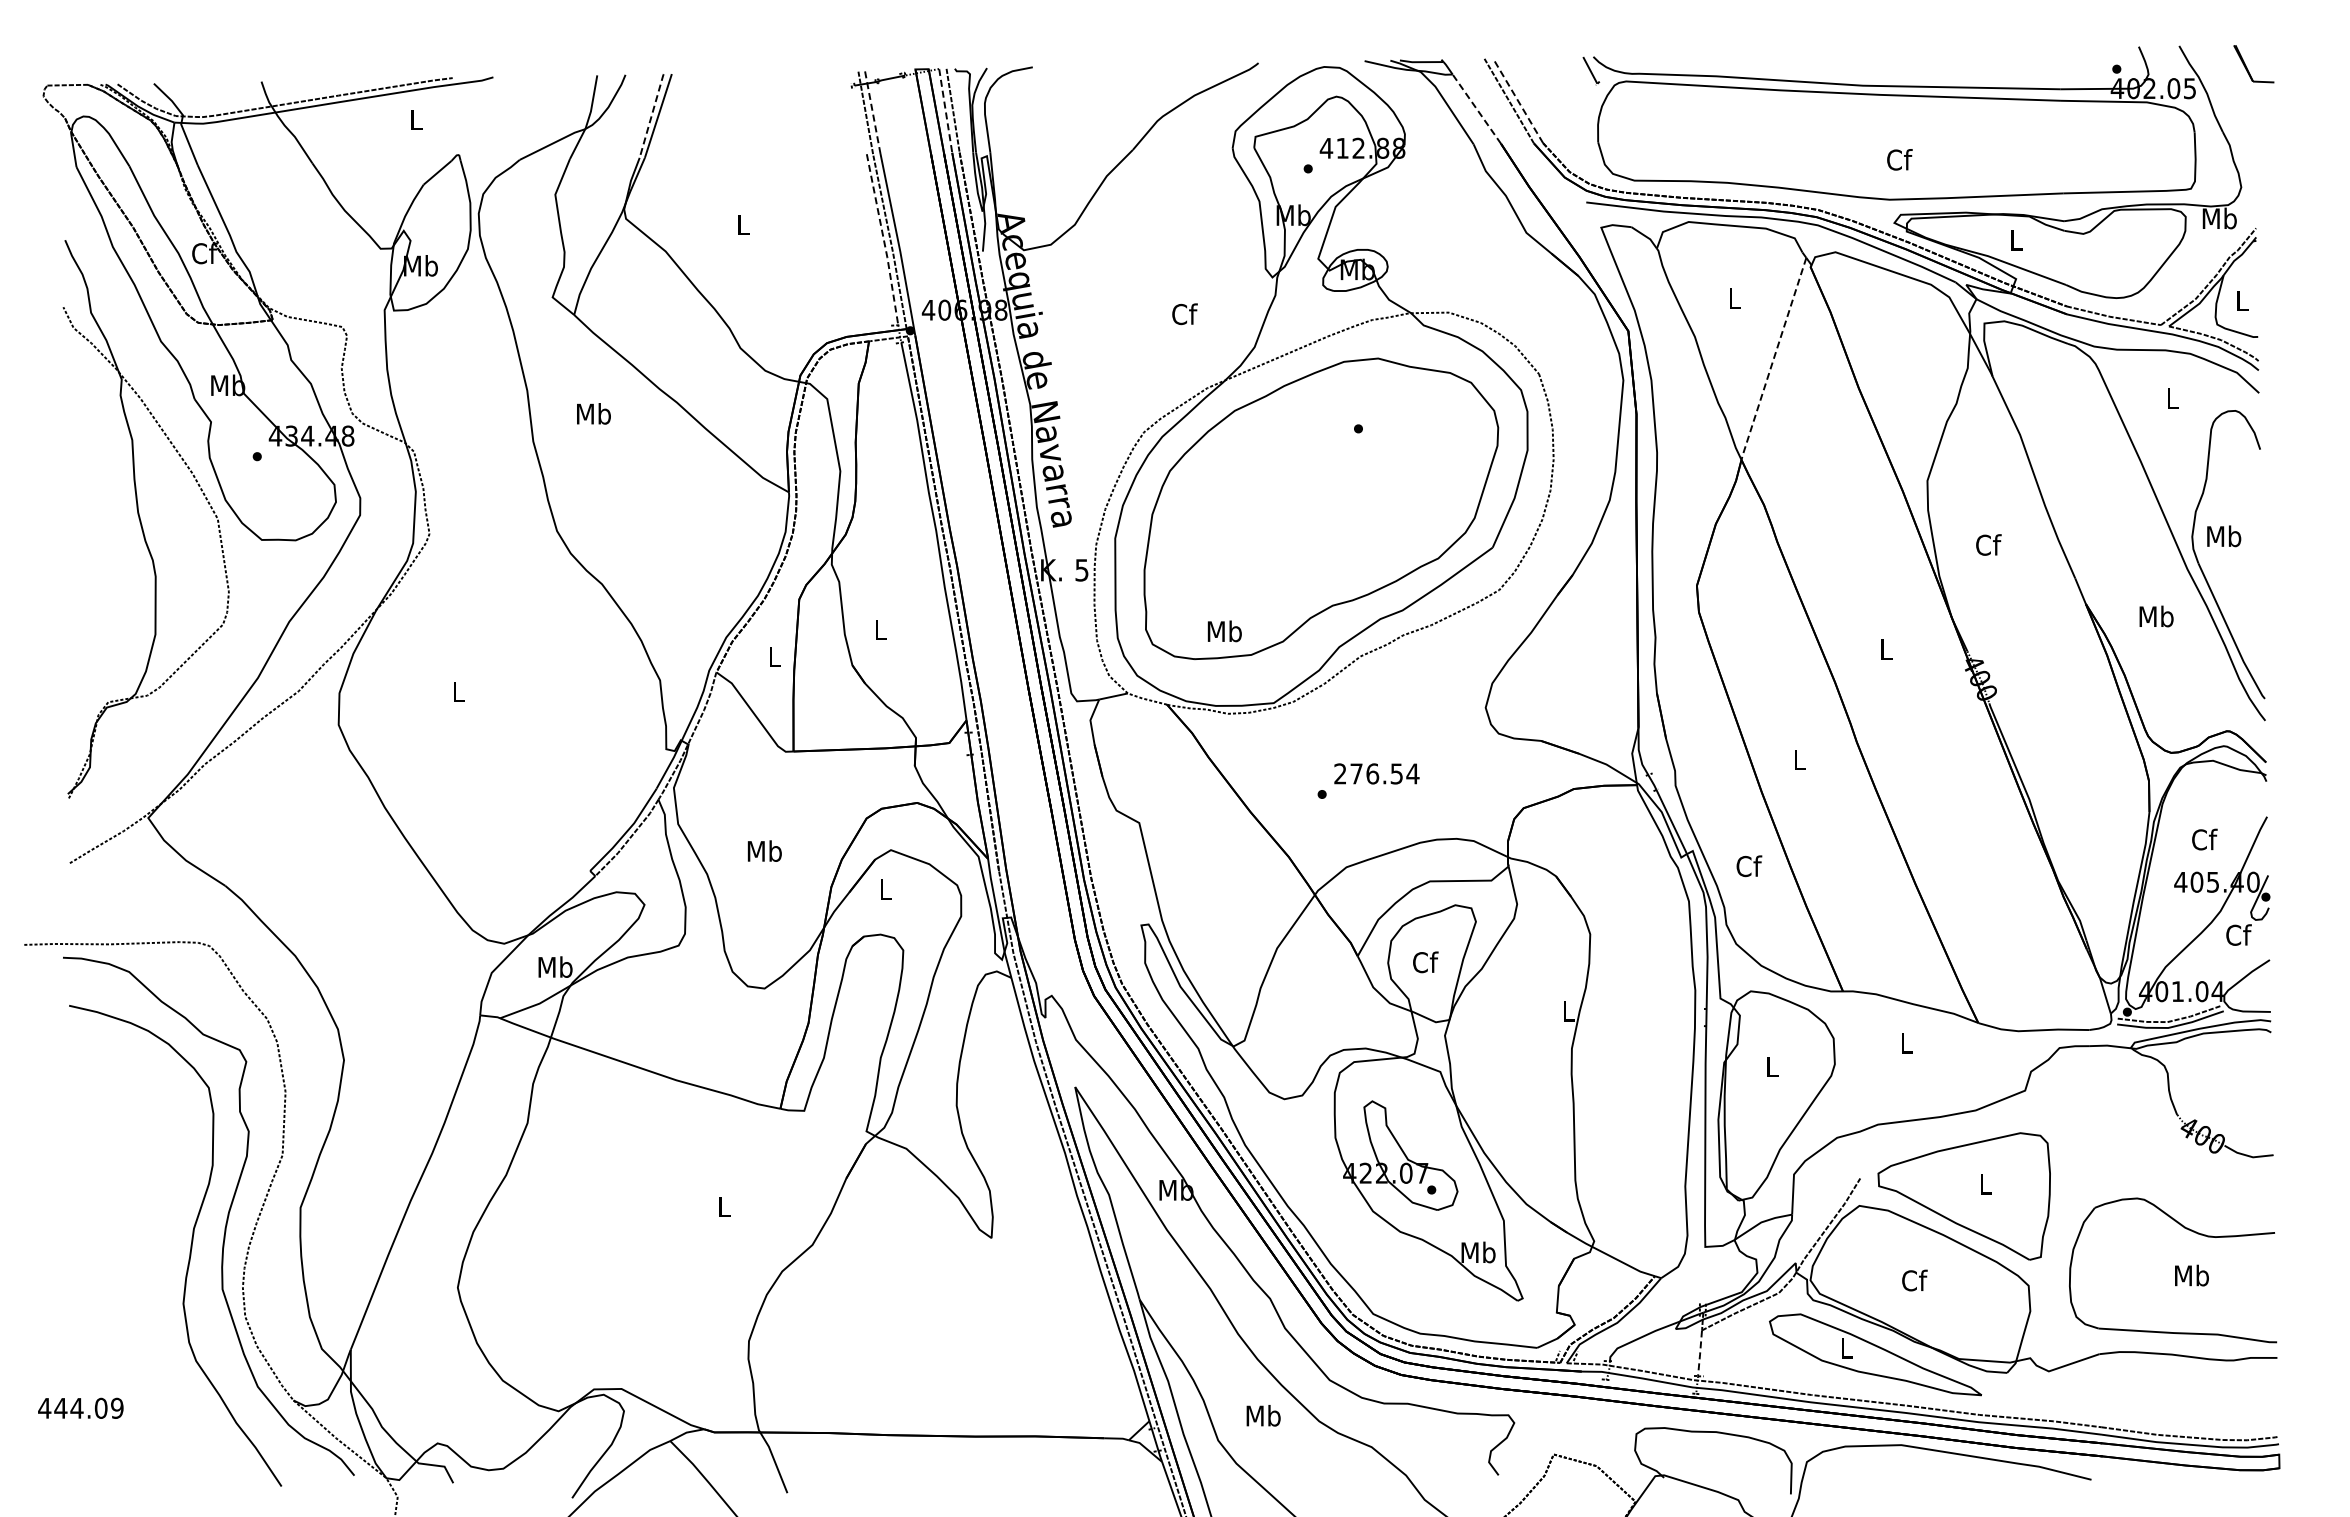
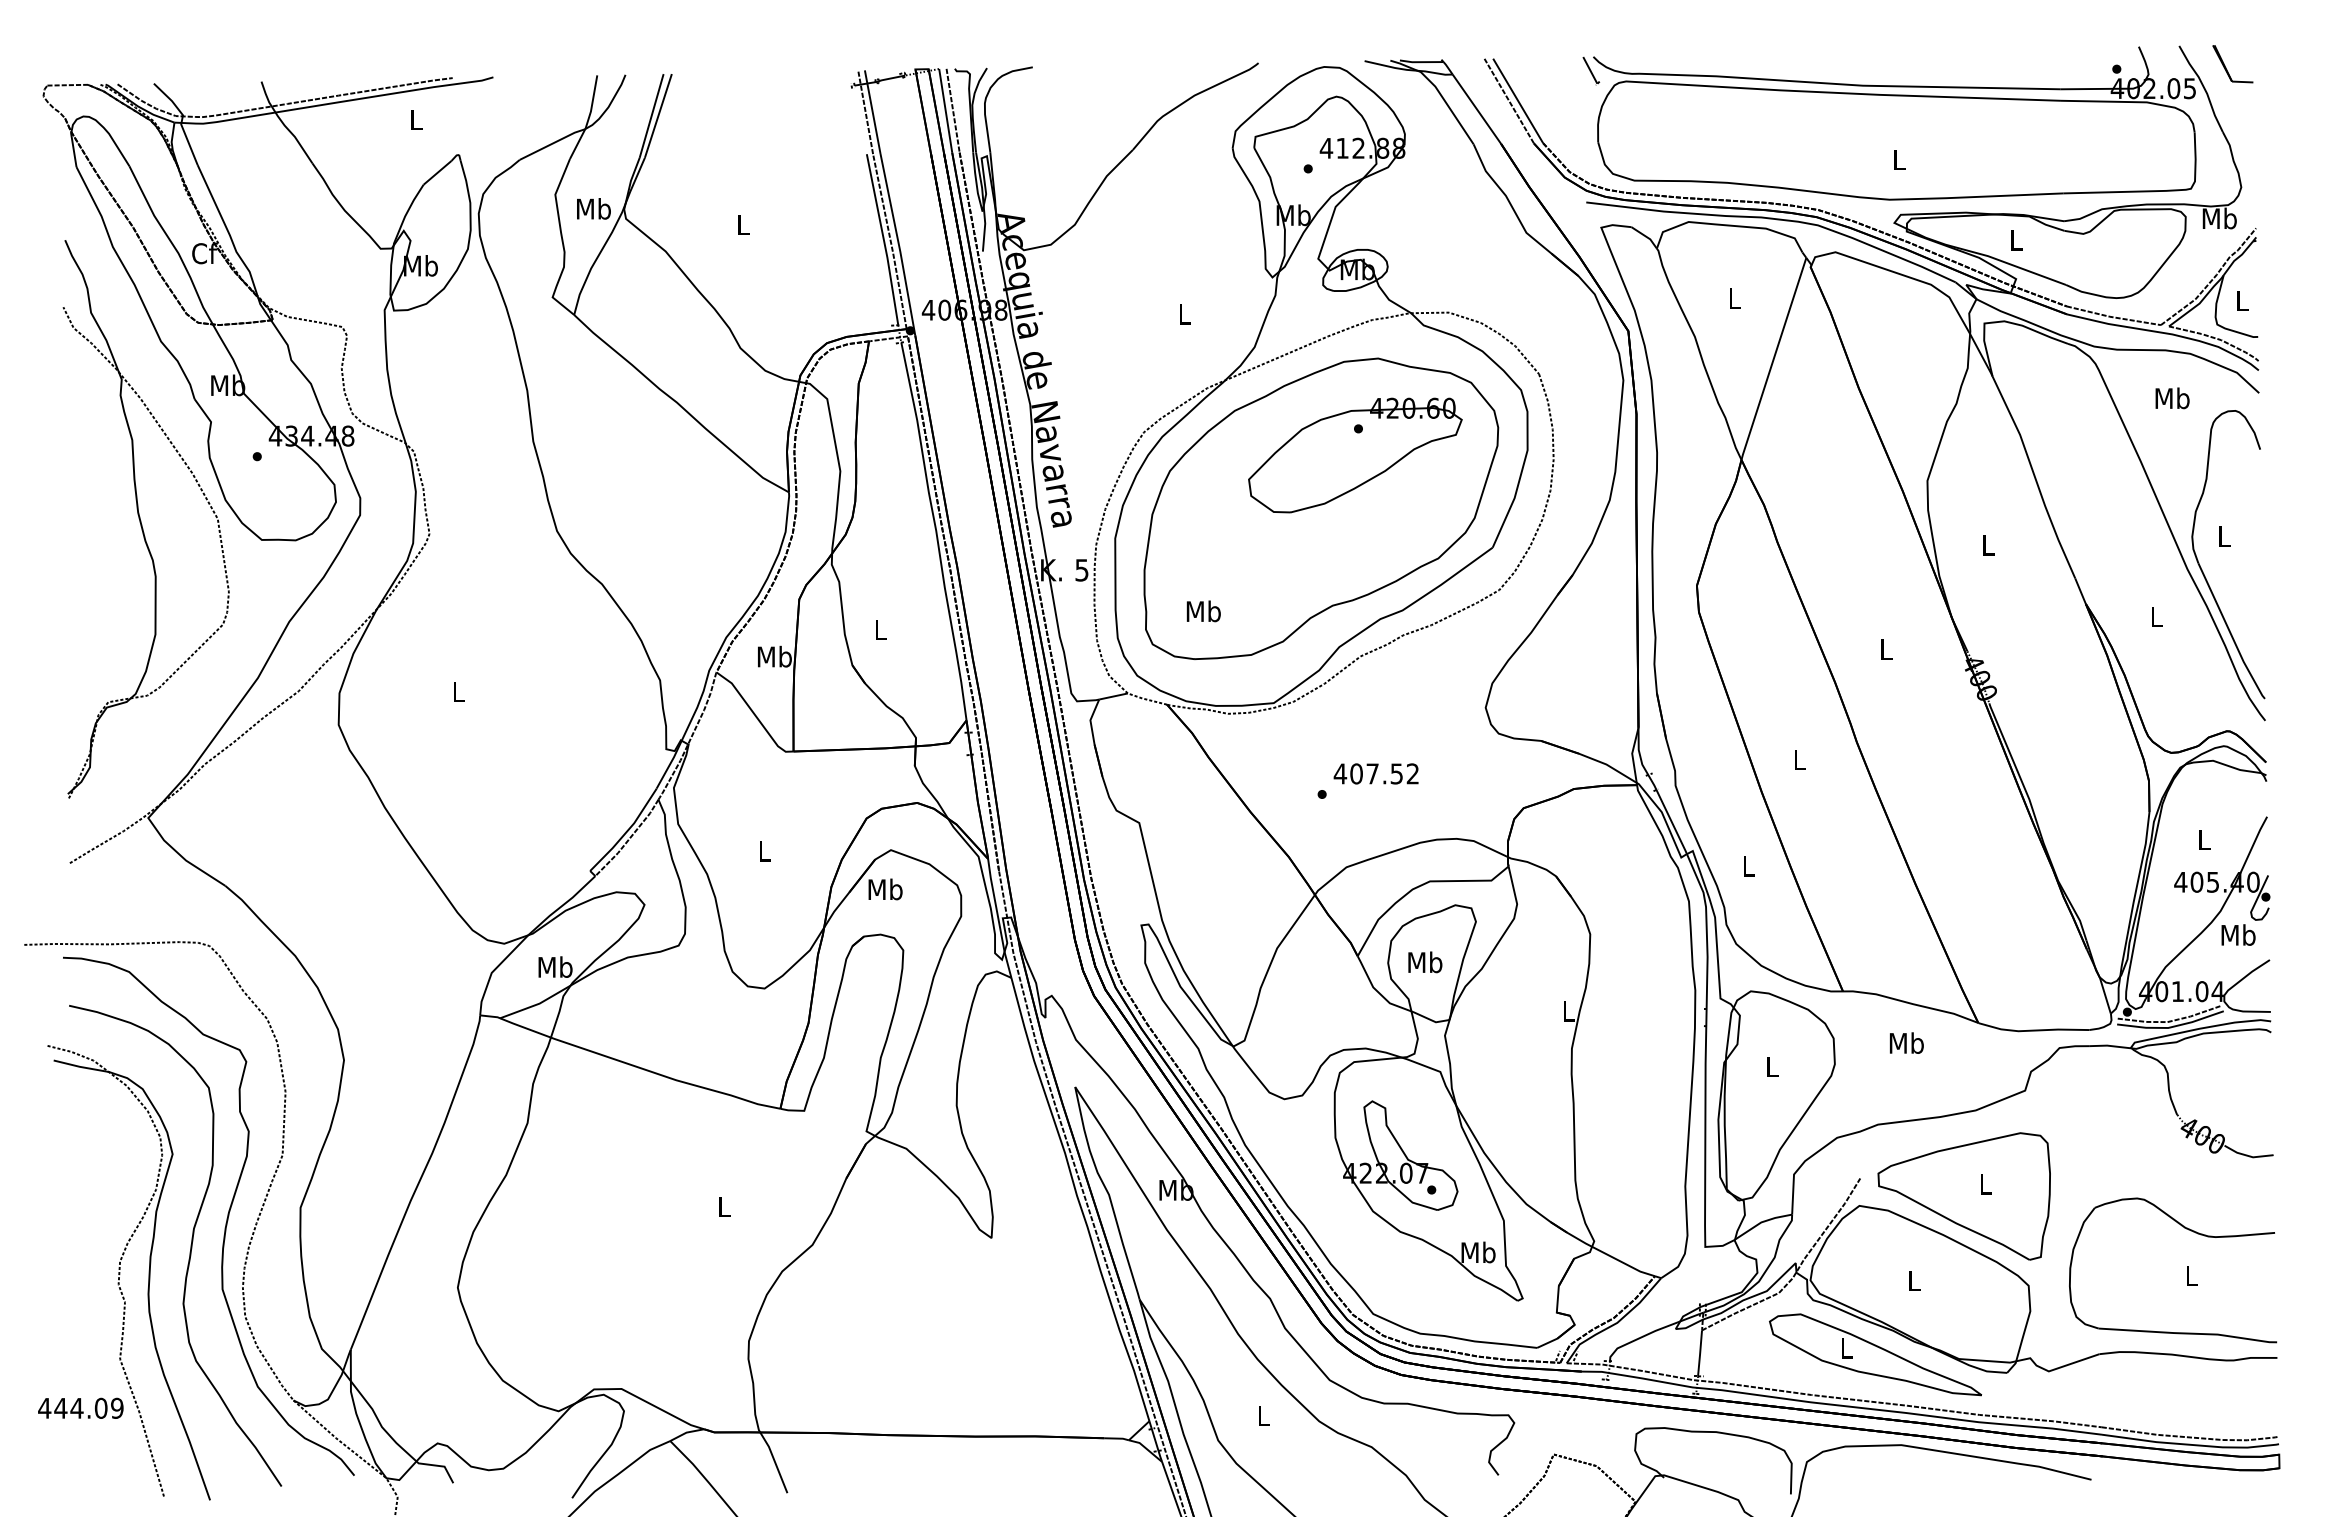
part at (2247, 67) position: (2247, 67) -> (2226, 67)
line at (1517, 100): dashed -> solid
line at (1476, 108): dashed -> solid
line at (945, 110): dashed -> solid
line at (872, 112): dashed -> solid
line at (651, 115): dashed -> solid
text at (1899, 159): Cf -> L
line at (883, 240): dashed -> solid
text at (1184, 314): Cf -> L
line at (1773, 359): dashed -> solid
text at (2172, 398): L -> Mb
text at (593, 413) position: (593, 413) -> (593, 208)
part at (1355, 455): none -> present
text at (2224, 536): Mb -> L
text at (1988, 544): Cf -> L
text at (2156, 616): Mb -> L
text at (1224, 631) position: (1224, 631) -> (1203, 611)
text at (774, 656): L -> Mb
text at (1376, 773): 276.54 -> 407.52
text at (2204, 839): Cf -> L
text at (764, 850): Mb -> L
text at (1749, 866): Cf -> L
text at (885, 889): L -> Mb
text at (2238, 934): Cf -> Mb
text at (1425, 962): Cf -> Mb
text at (1906, 1042): L -> Mb
part at (120, 1272): none -> present
text at (2191, 1275): Mb -> L
text at (1914, 1280): Cf -> L
line at (1700, 1353): dashed -> solid
text at (1263, 1415): Mb -> L
